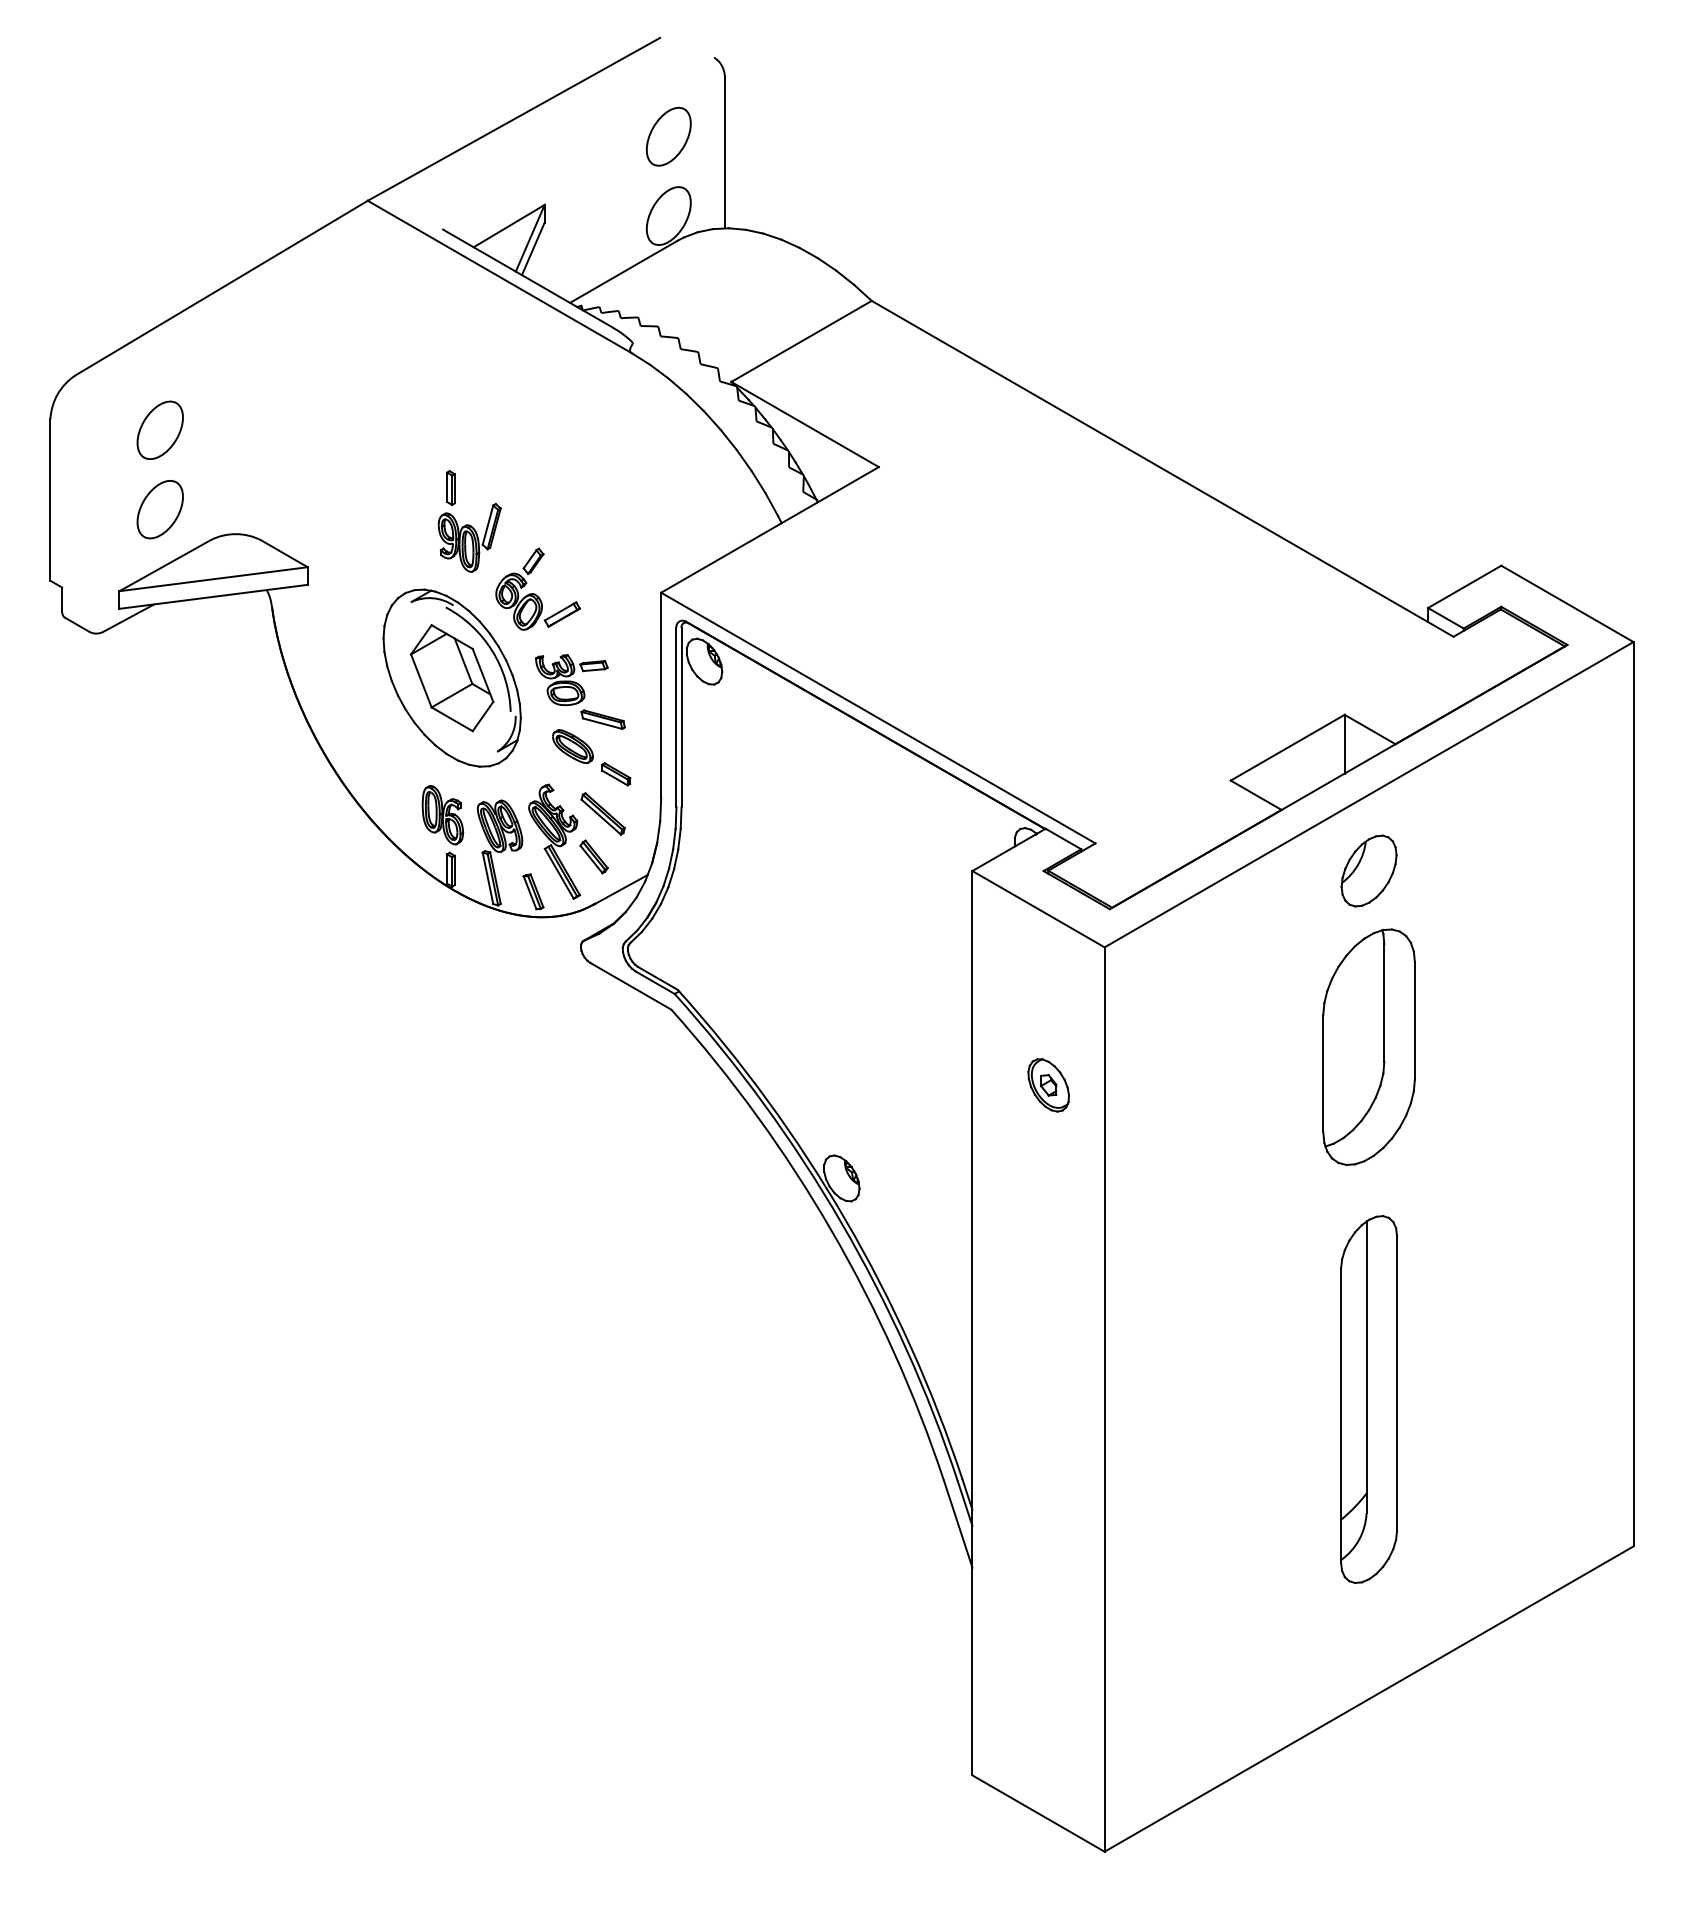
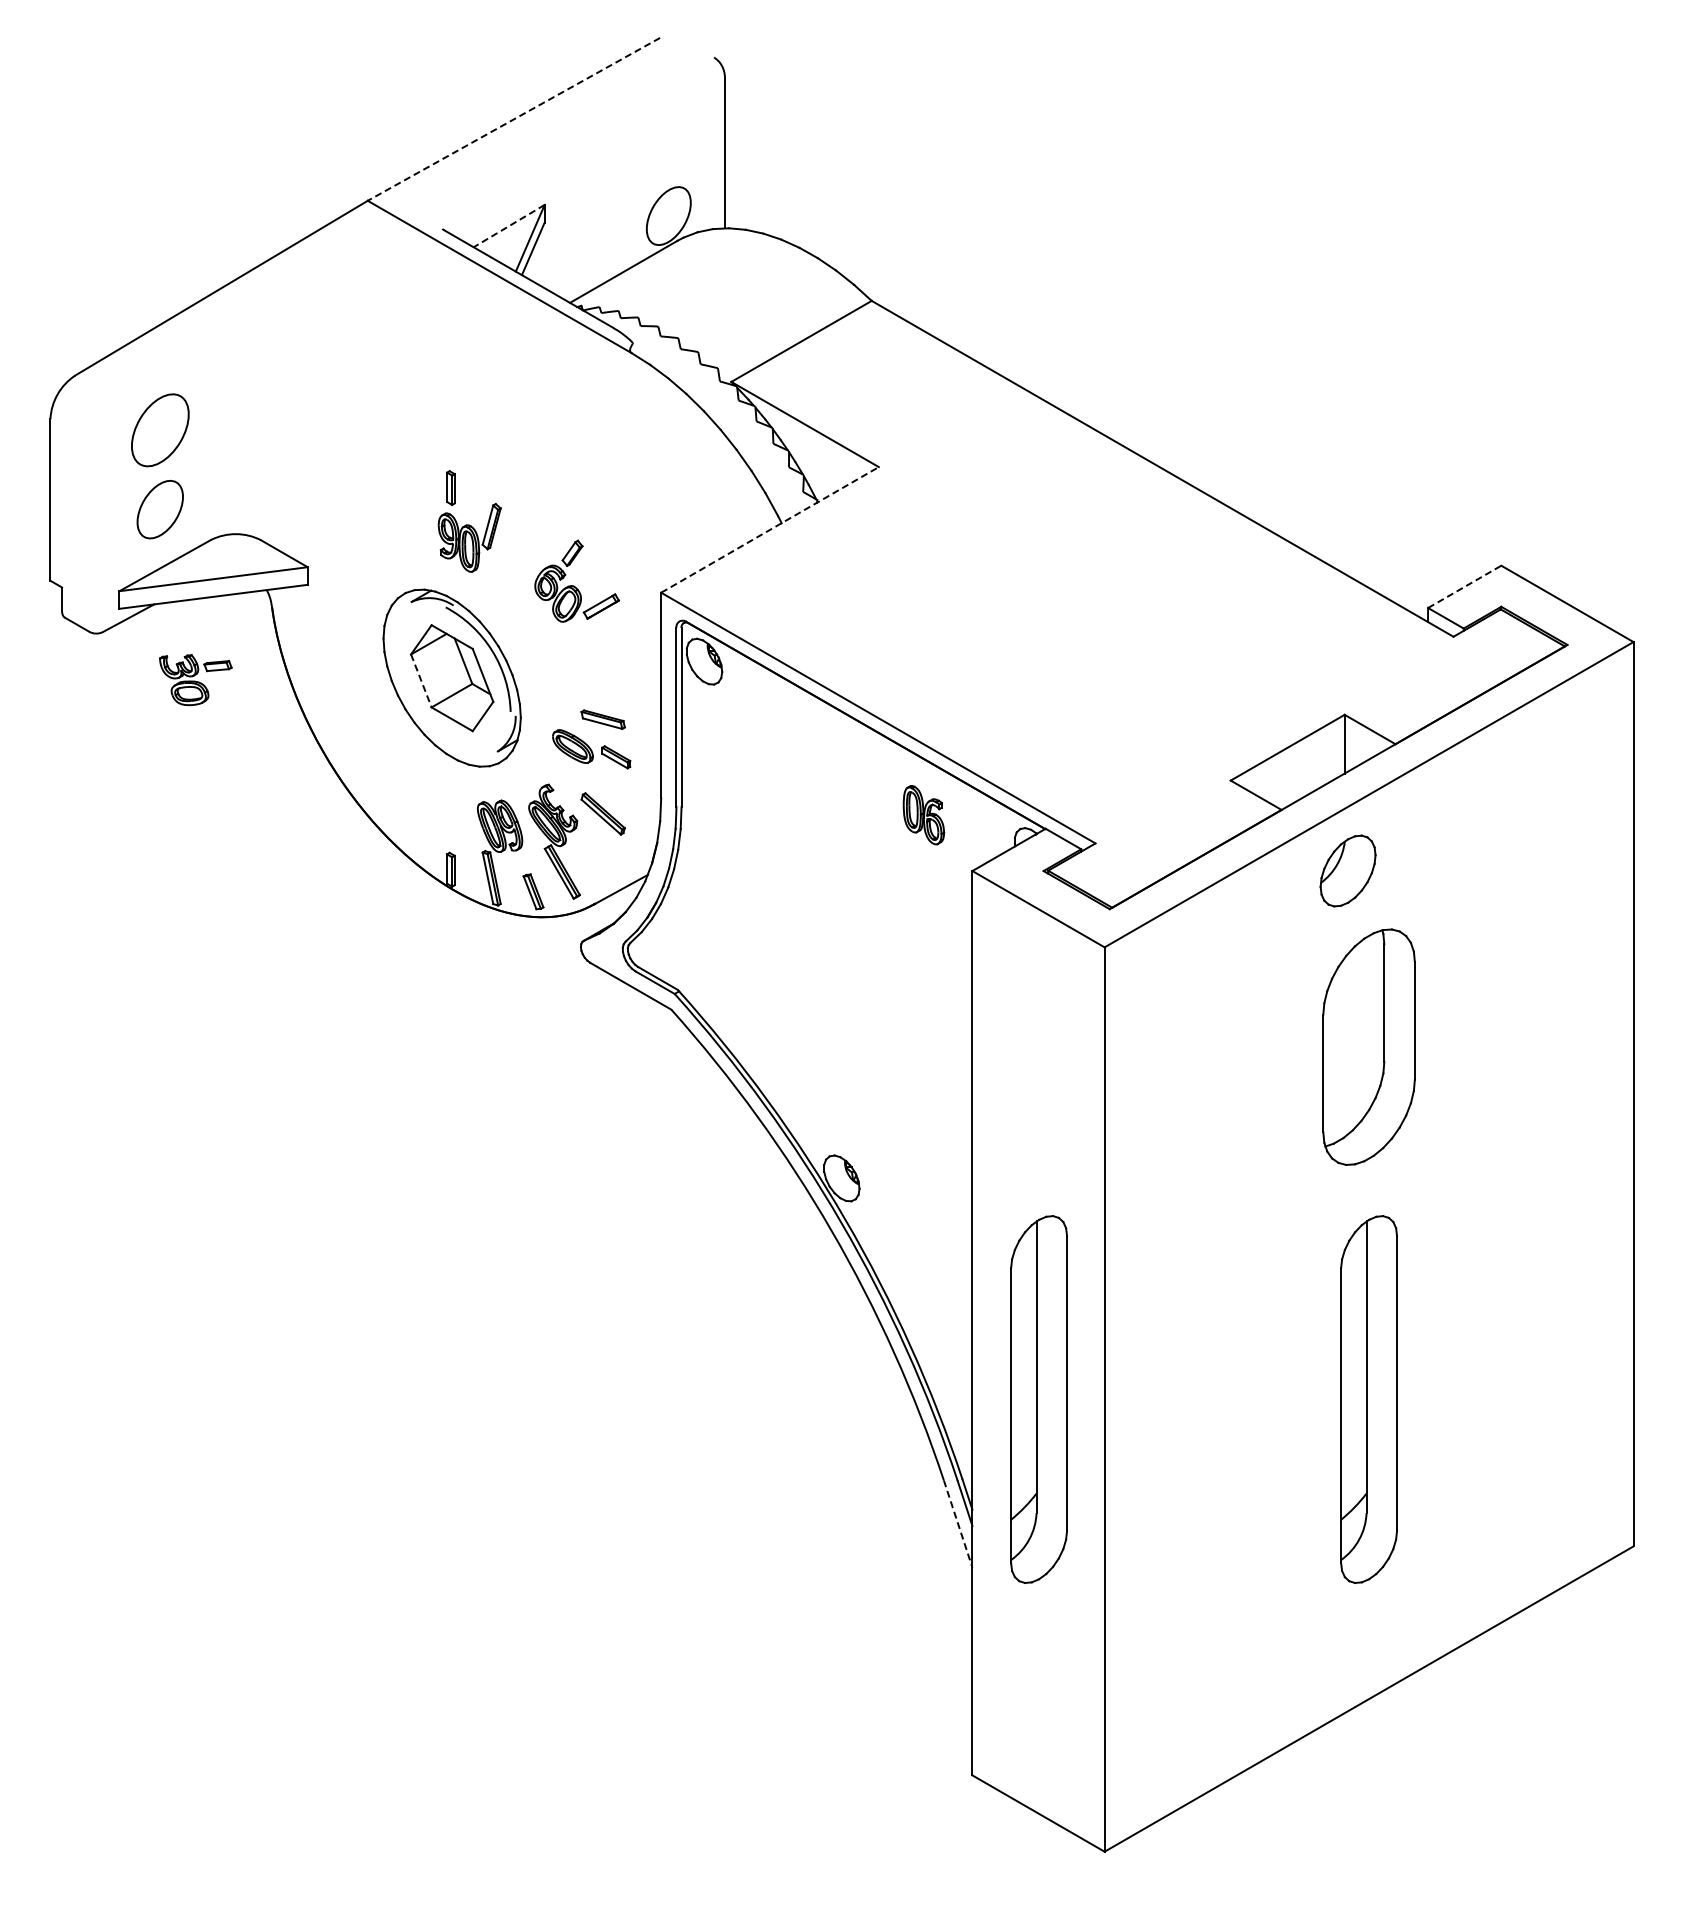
line at (513, 119): solid -> dashed
part at (668, 136): present -> none
line at (508, 226): solid -> dashed
part at (159, 430) size: 48x61 px -> 59x75 px
line at (770, 529): solid -> dashed
line at (1465, 586): solid -> dashed
part at (537, 588) position: (537, 588) -> (576, 580)
part at (571, 680) position: (571, 680) -> (195, 680)
line at (421, 681): solid -> dashed
part at (616, 774) position: (616, 774) -> (616, 757)
part at (442, 815) position: (442, 815) -> (923, 815)
part at (593, 856): present -> none
part at (1368, 870) position: (1368, 870) -> (1347, 870)
part at (1048, 1085): present -> none
part at (1038, 1399): none -> present
line at (958, 1524): solid -> dashed
